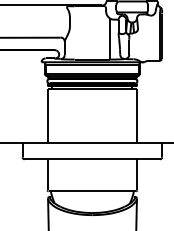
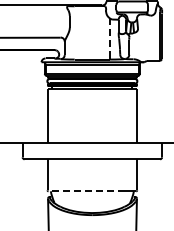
line at (110, 37): solid -> dashed
line at (86, 191): solid -> dashed
